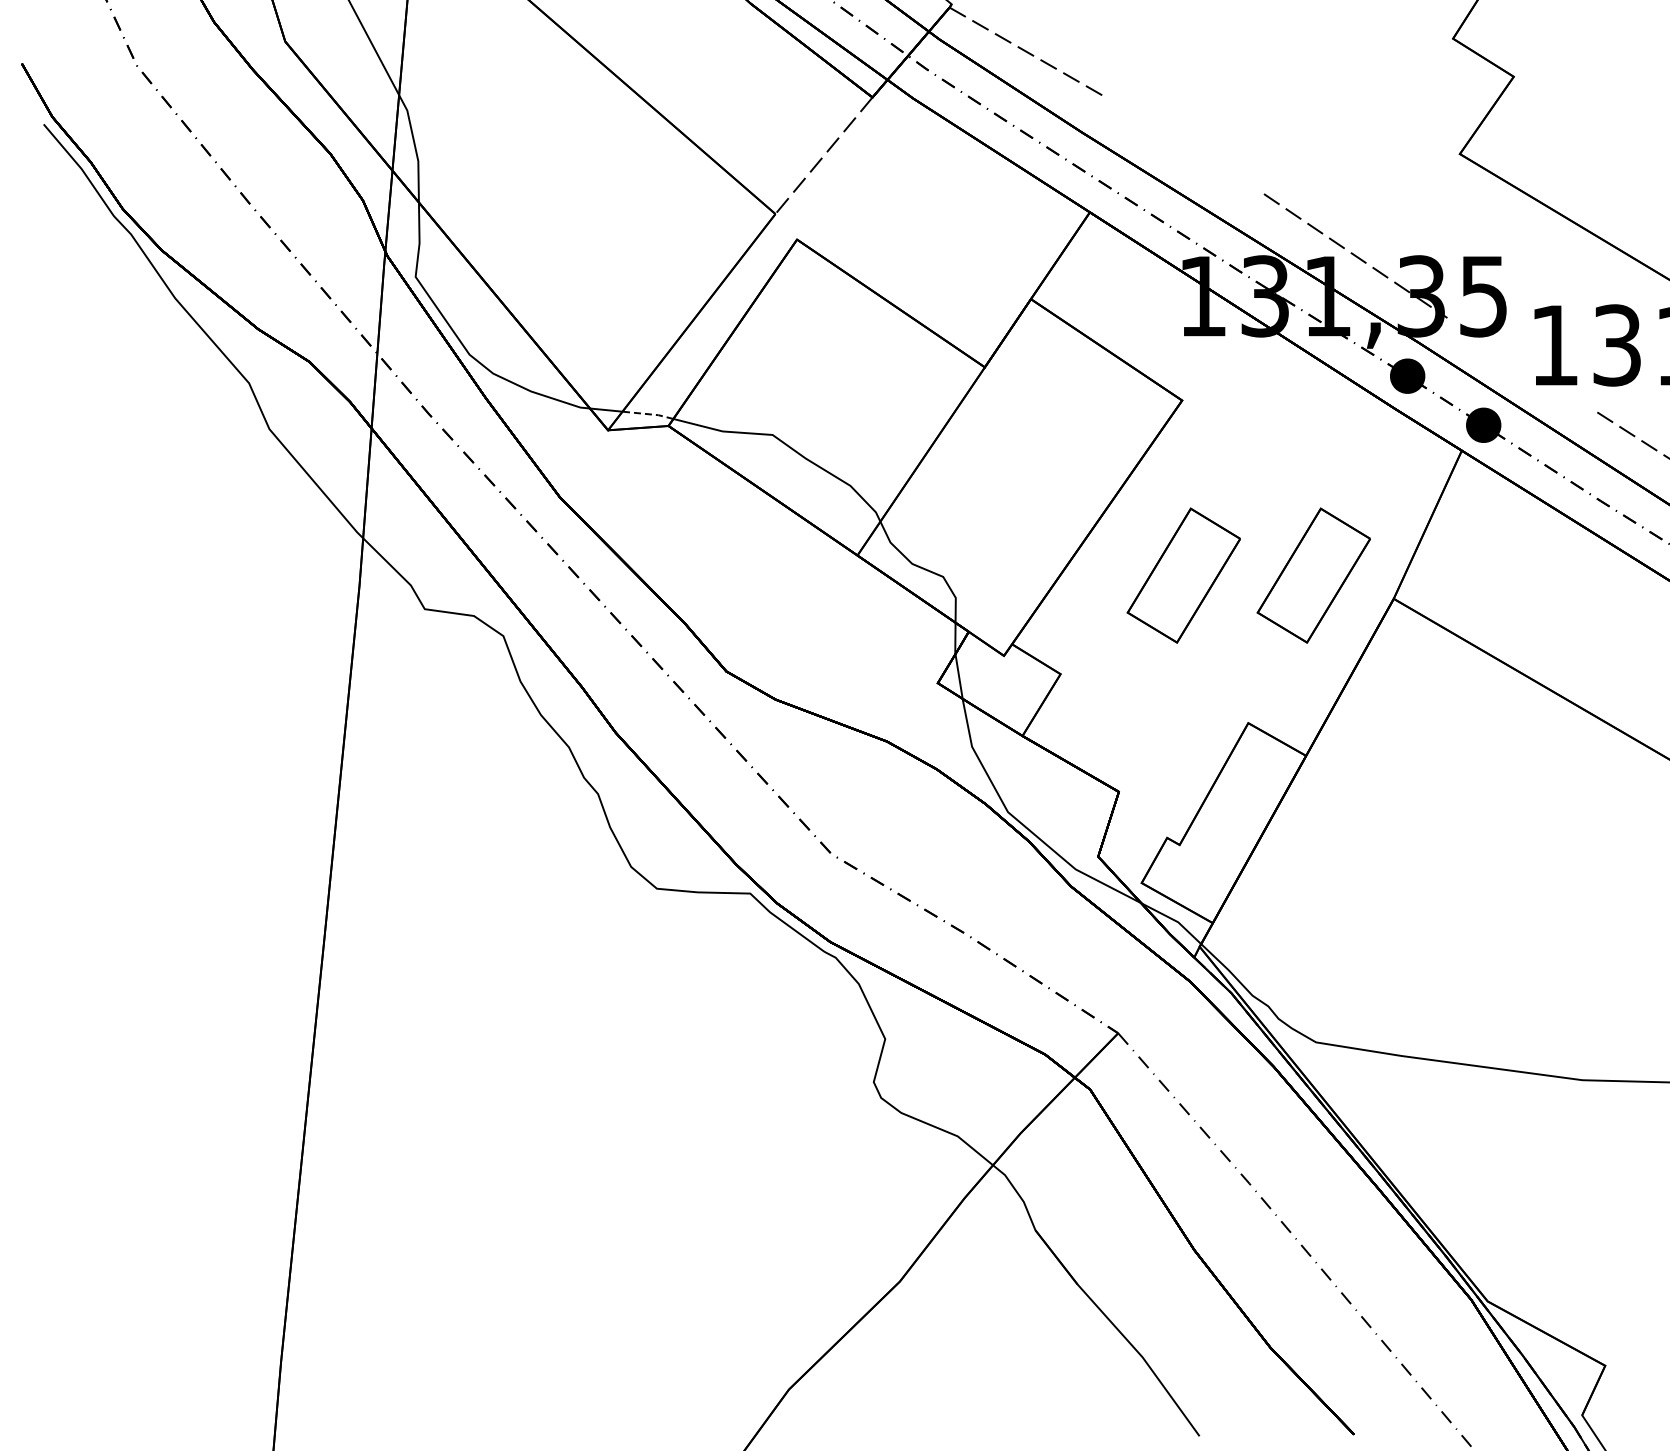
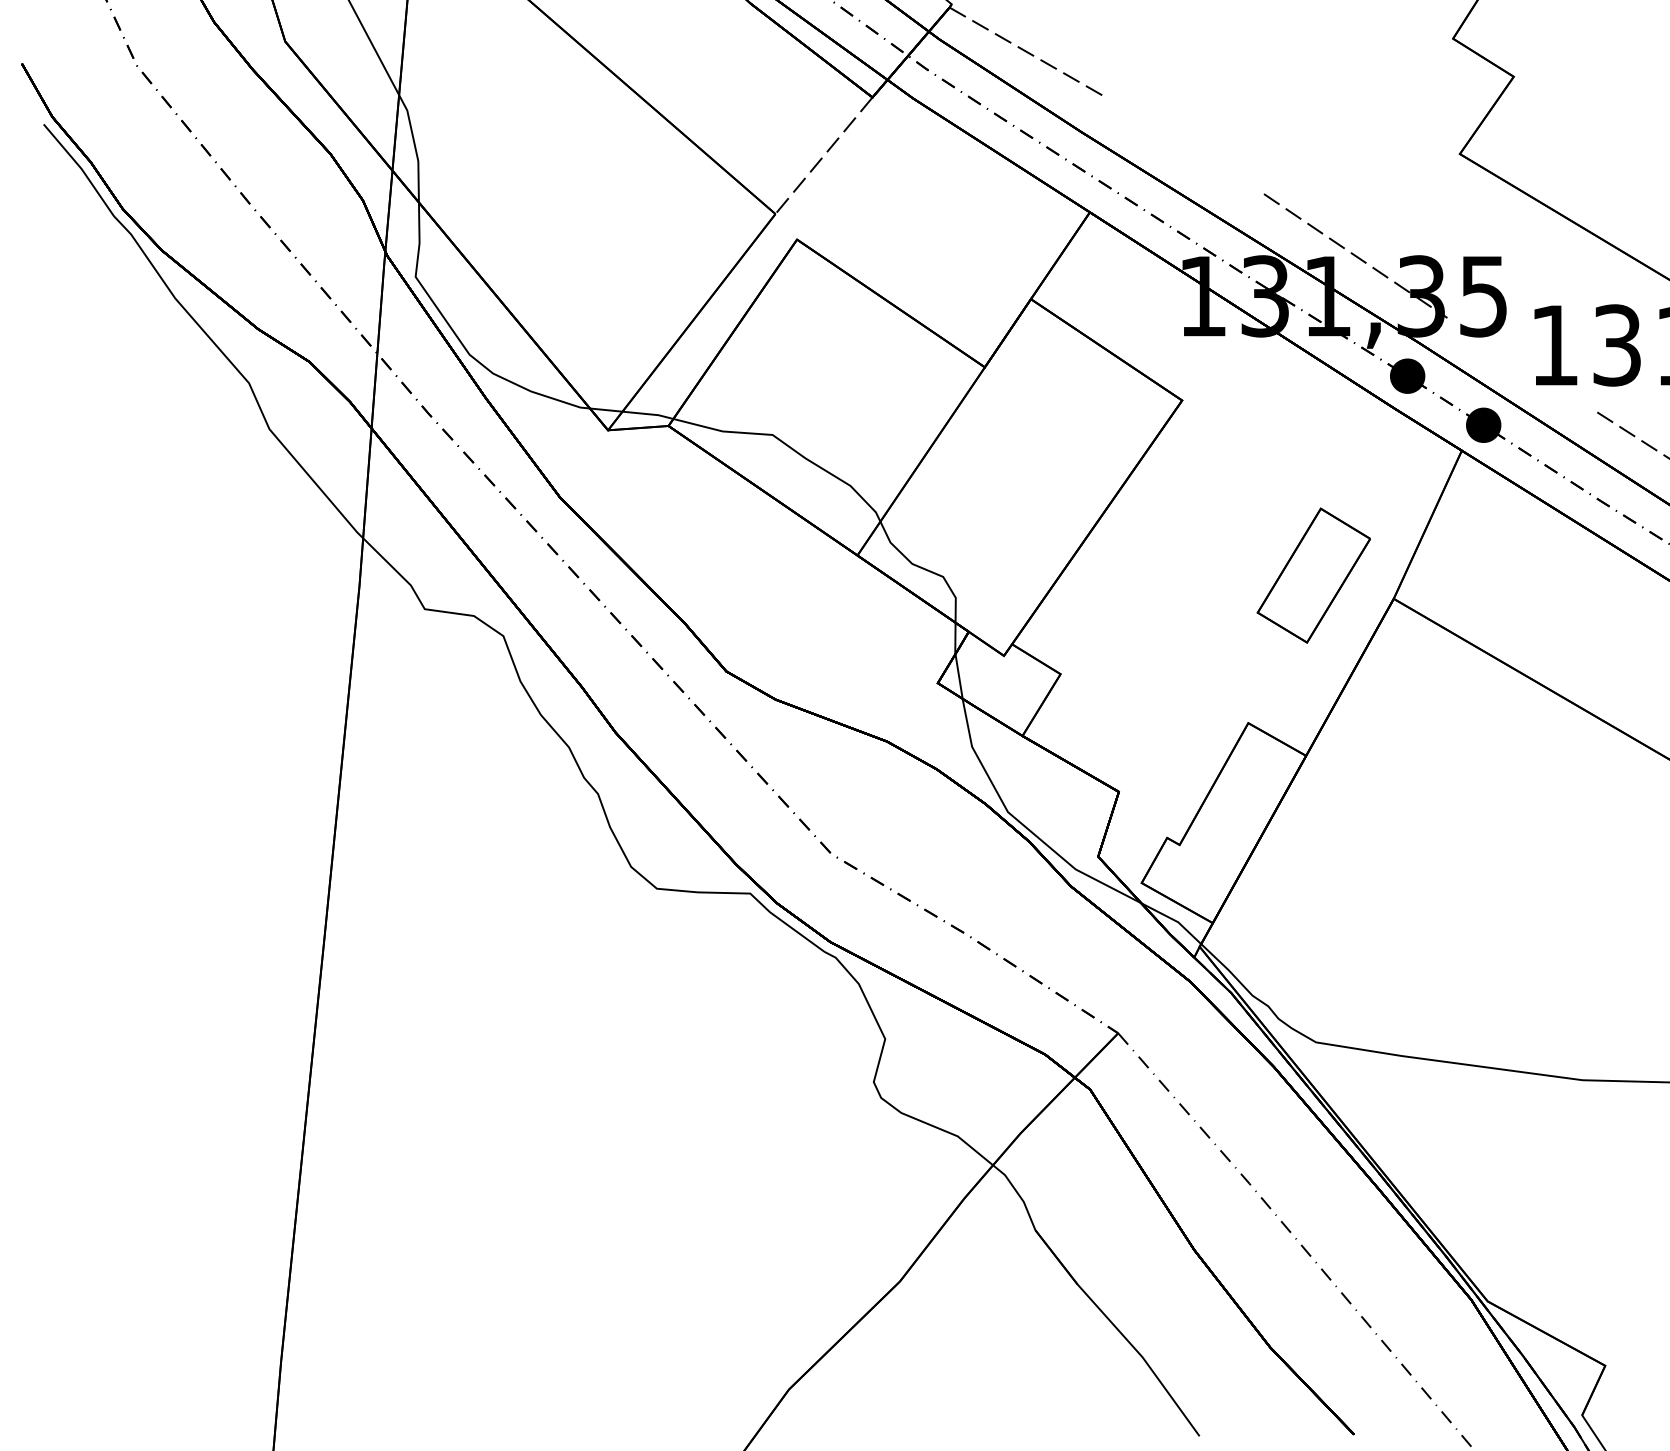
line at (648, 414): dashed -> solid
part at (1183, 575): present -> none
